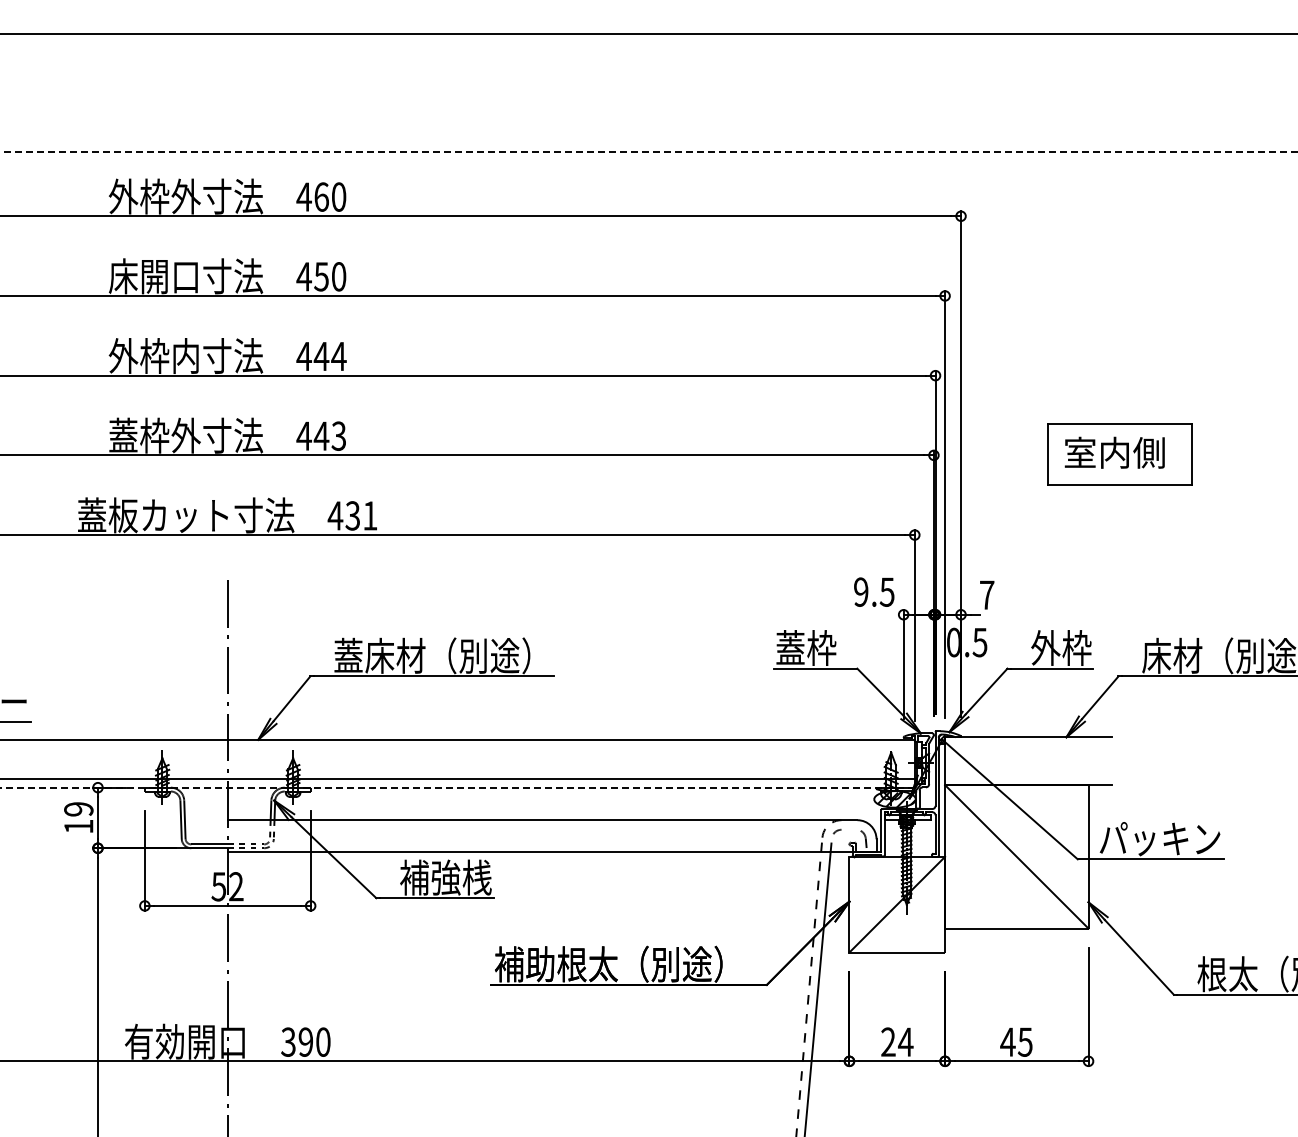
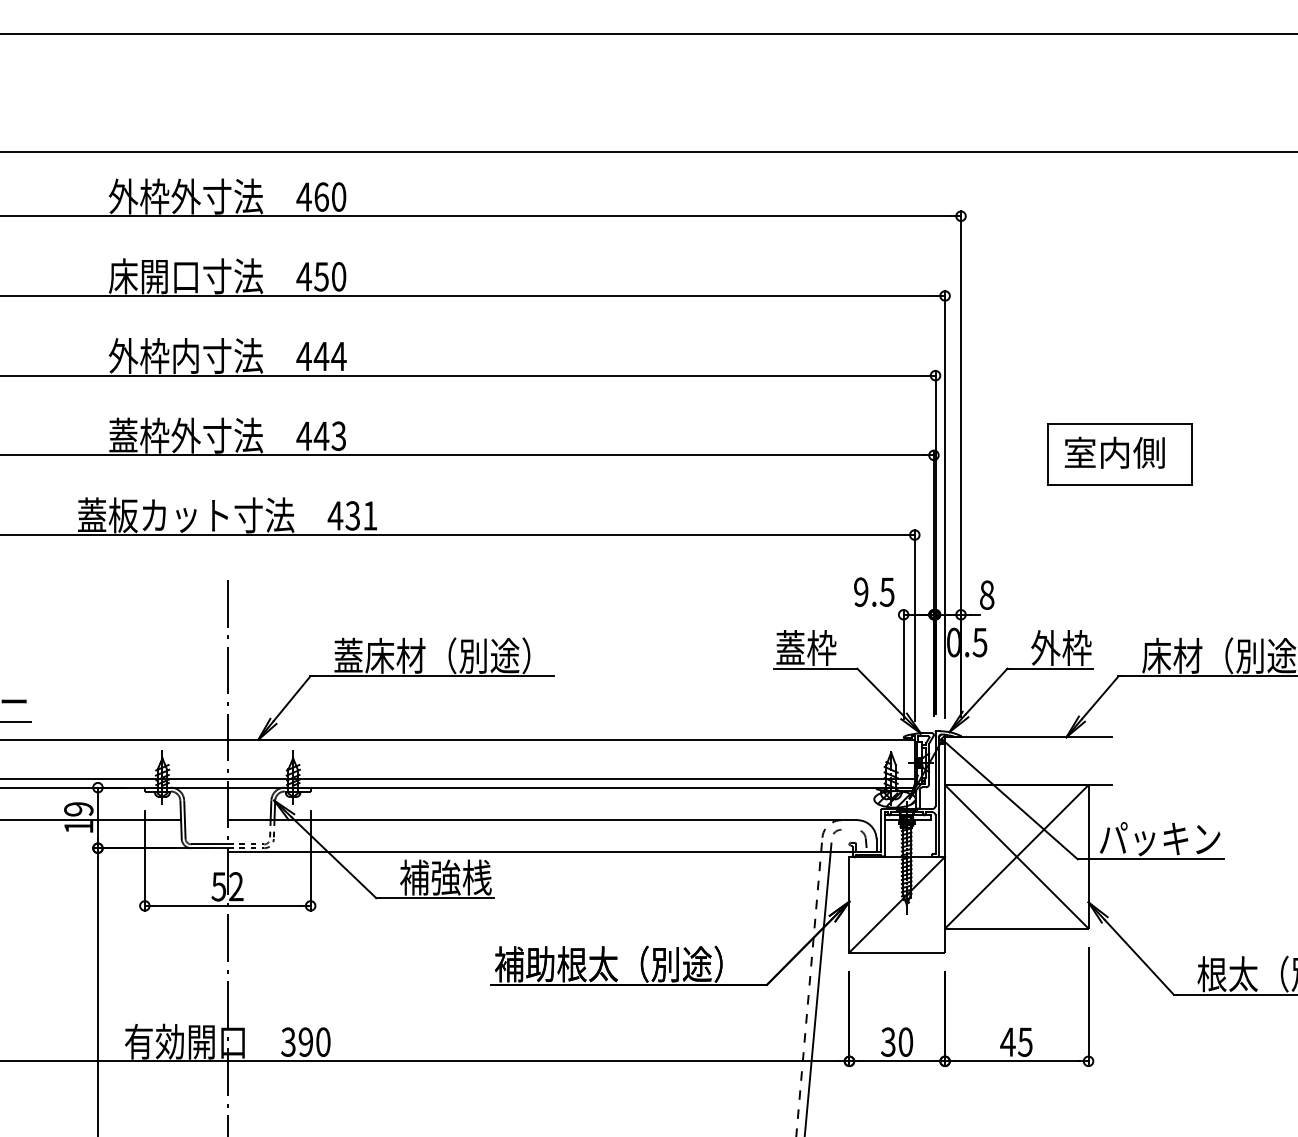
line at (649, 151): dashed -> solid
text at (987, 594): 7 -> 8
line at (457, 787): dashed -> solid
line at (91, 820): none -> present
line at (1016, 856): none -> present
text at (897, 1041): 24 -> 30
